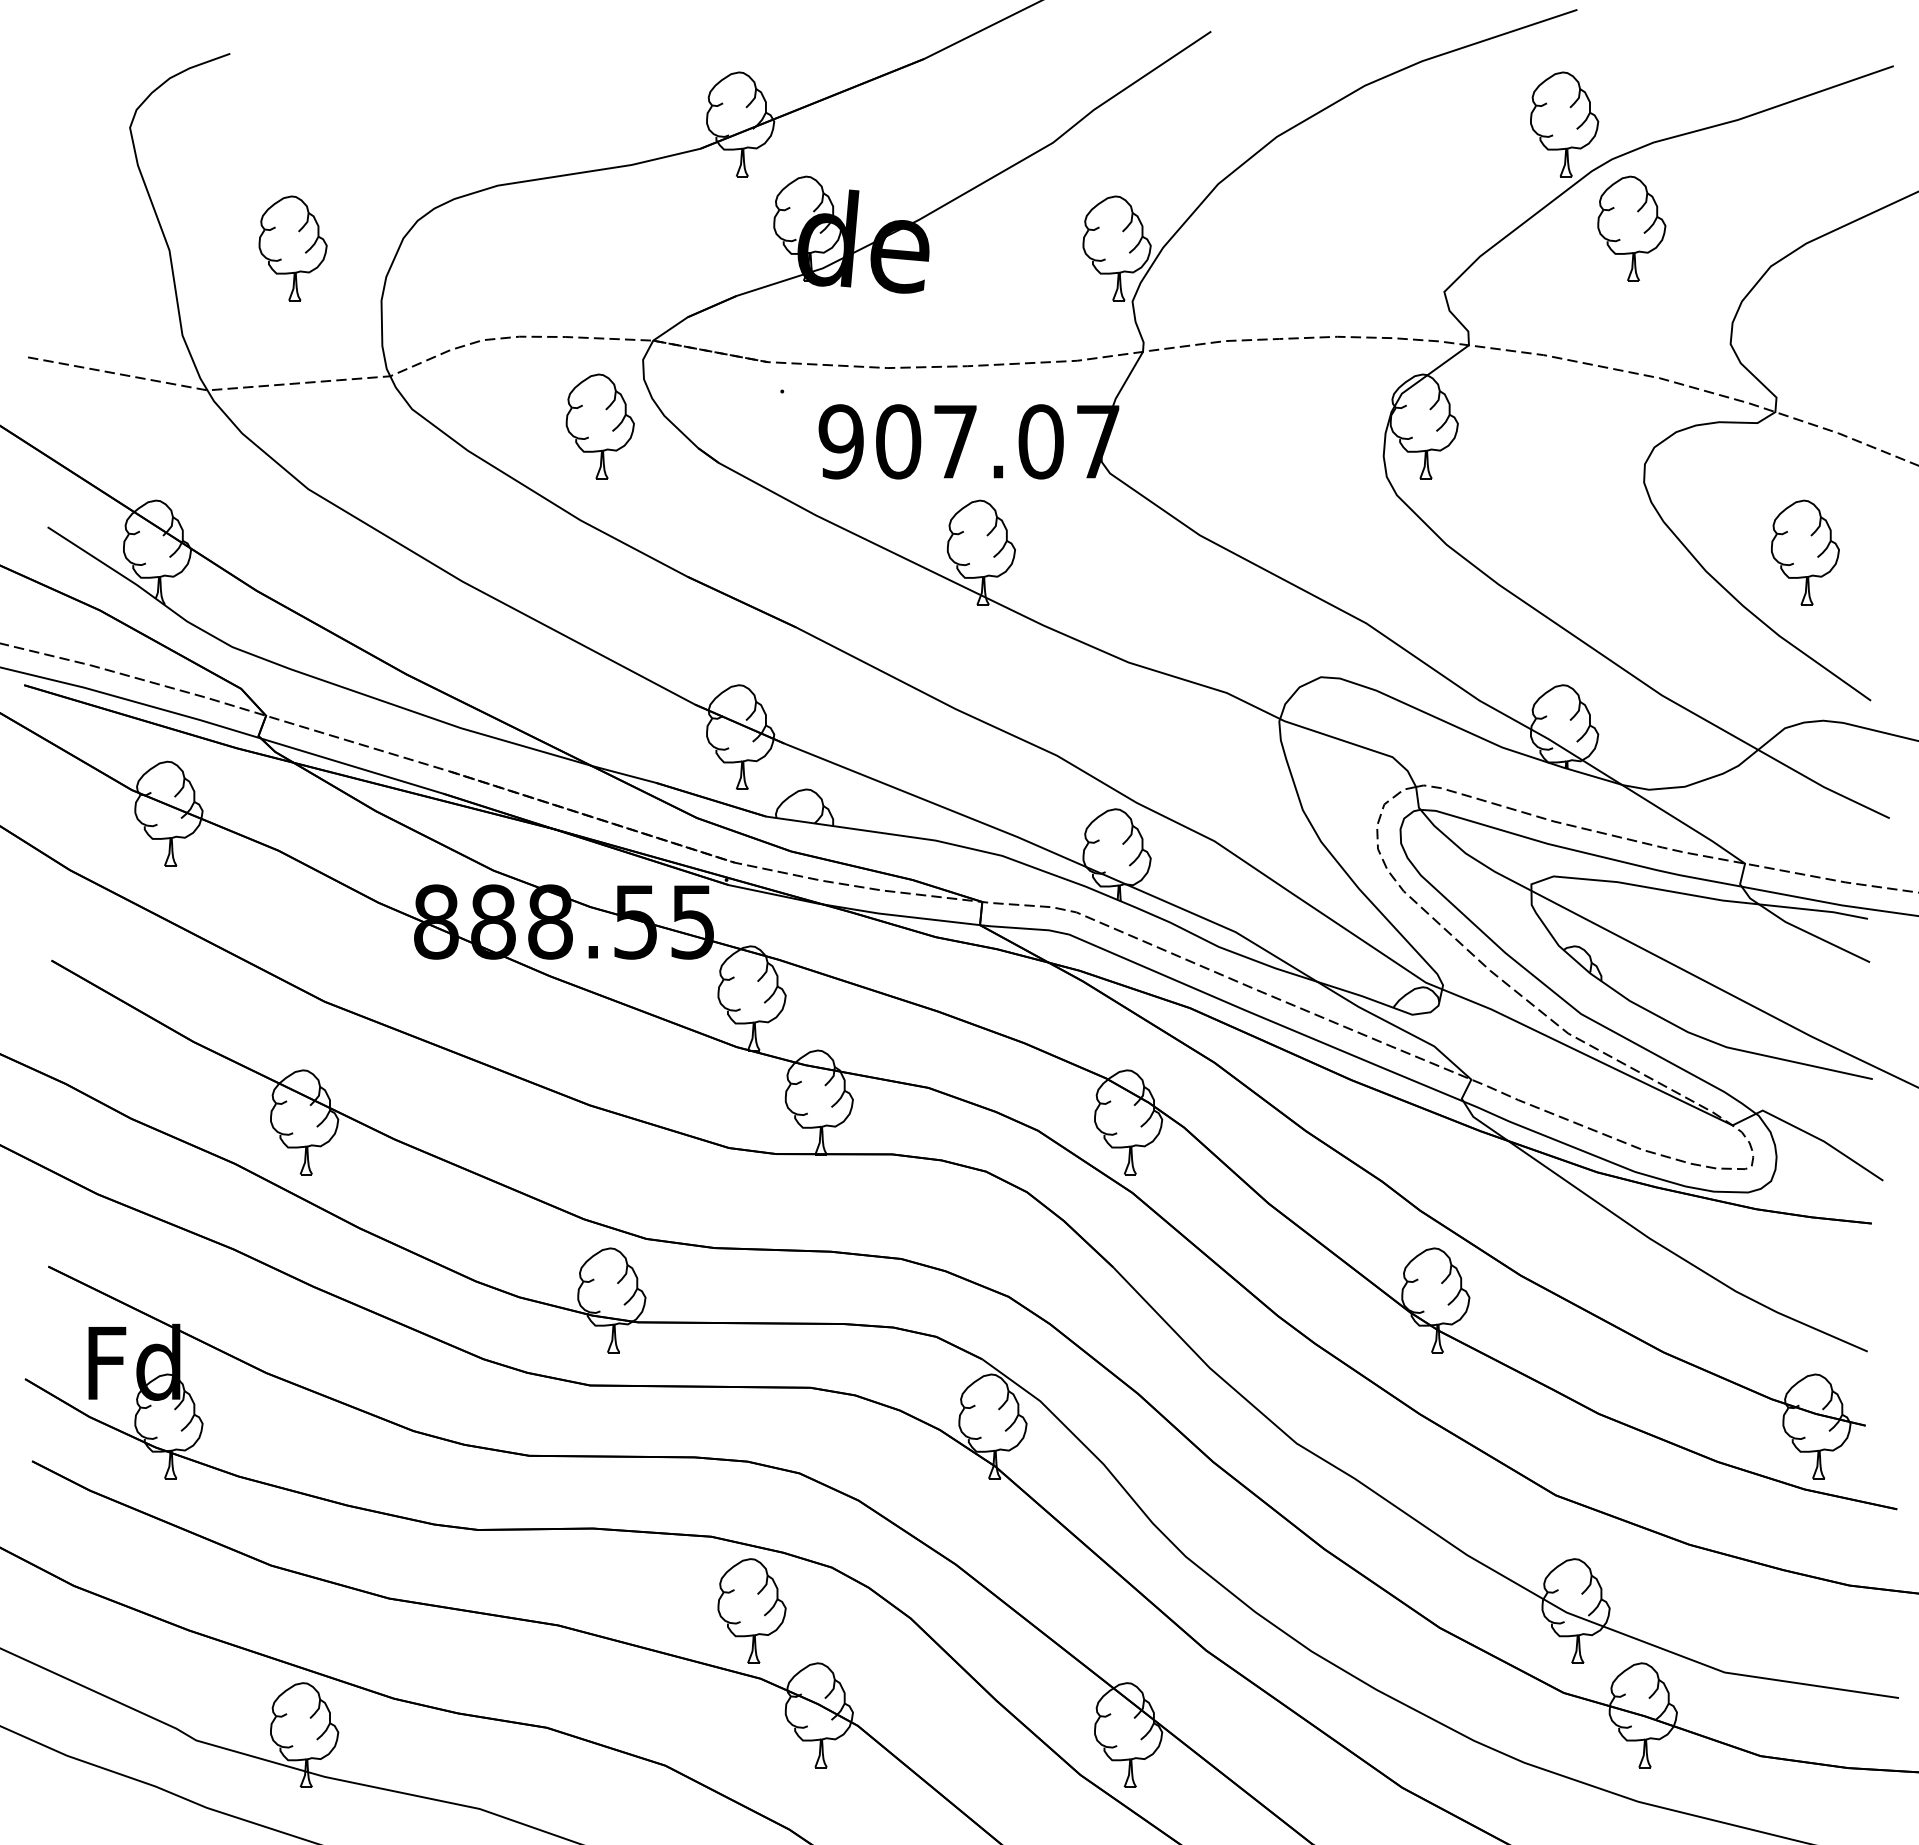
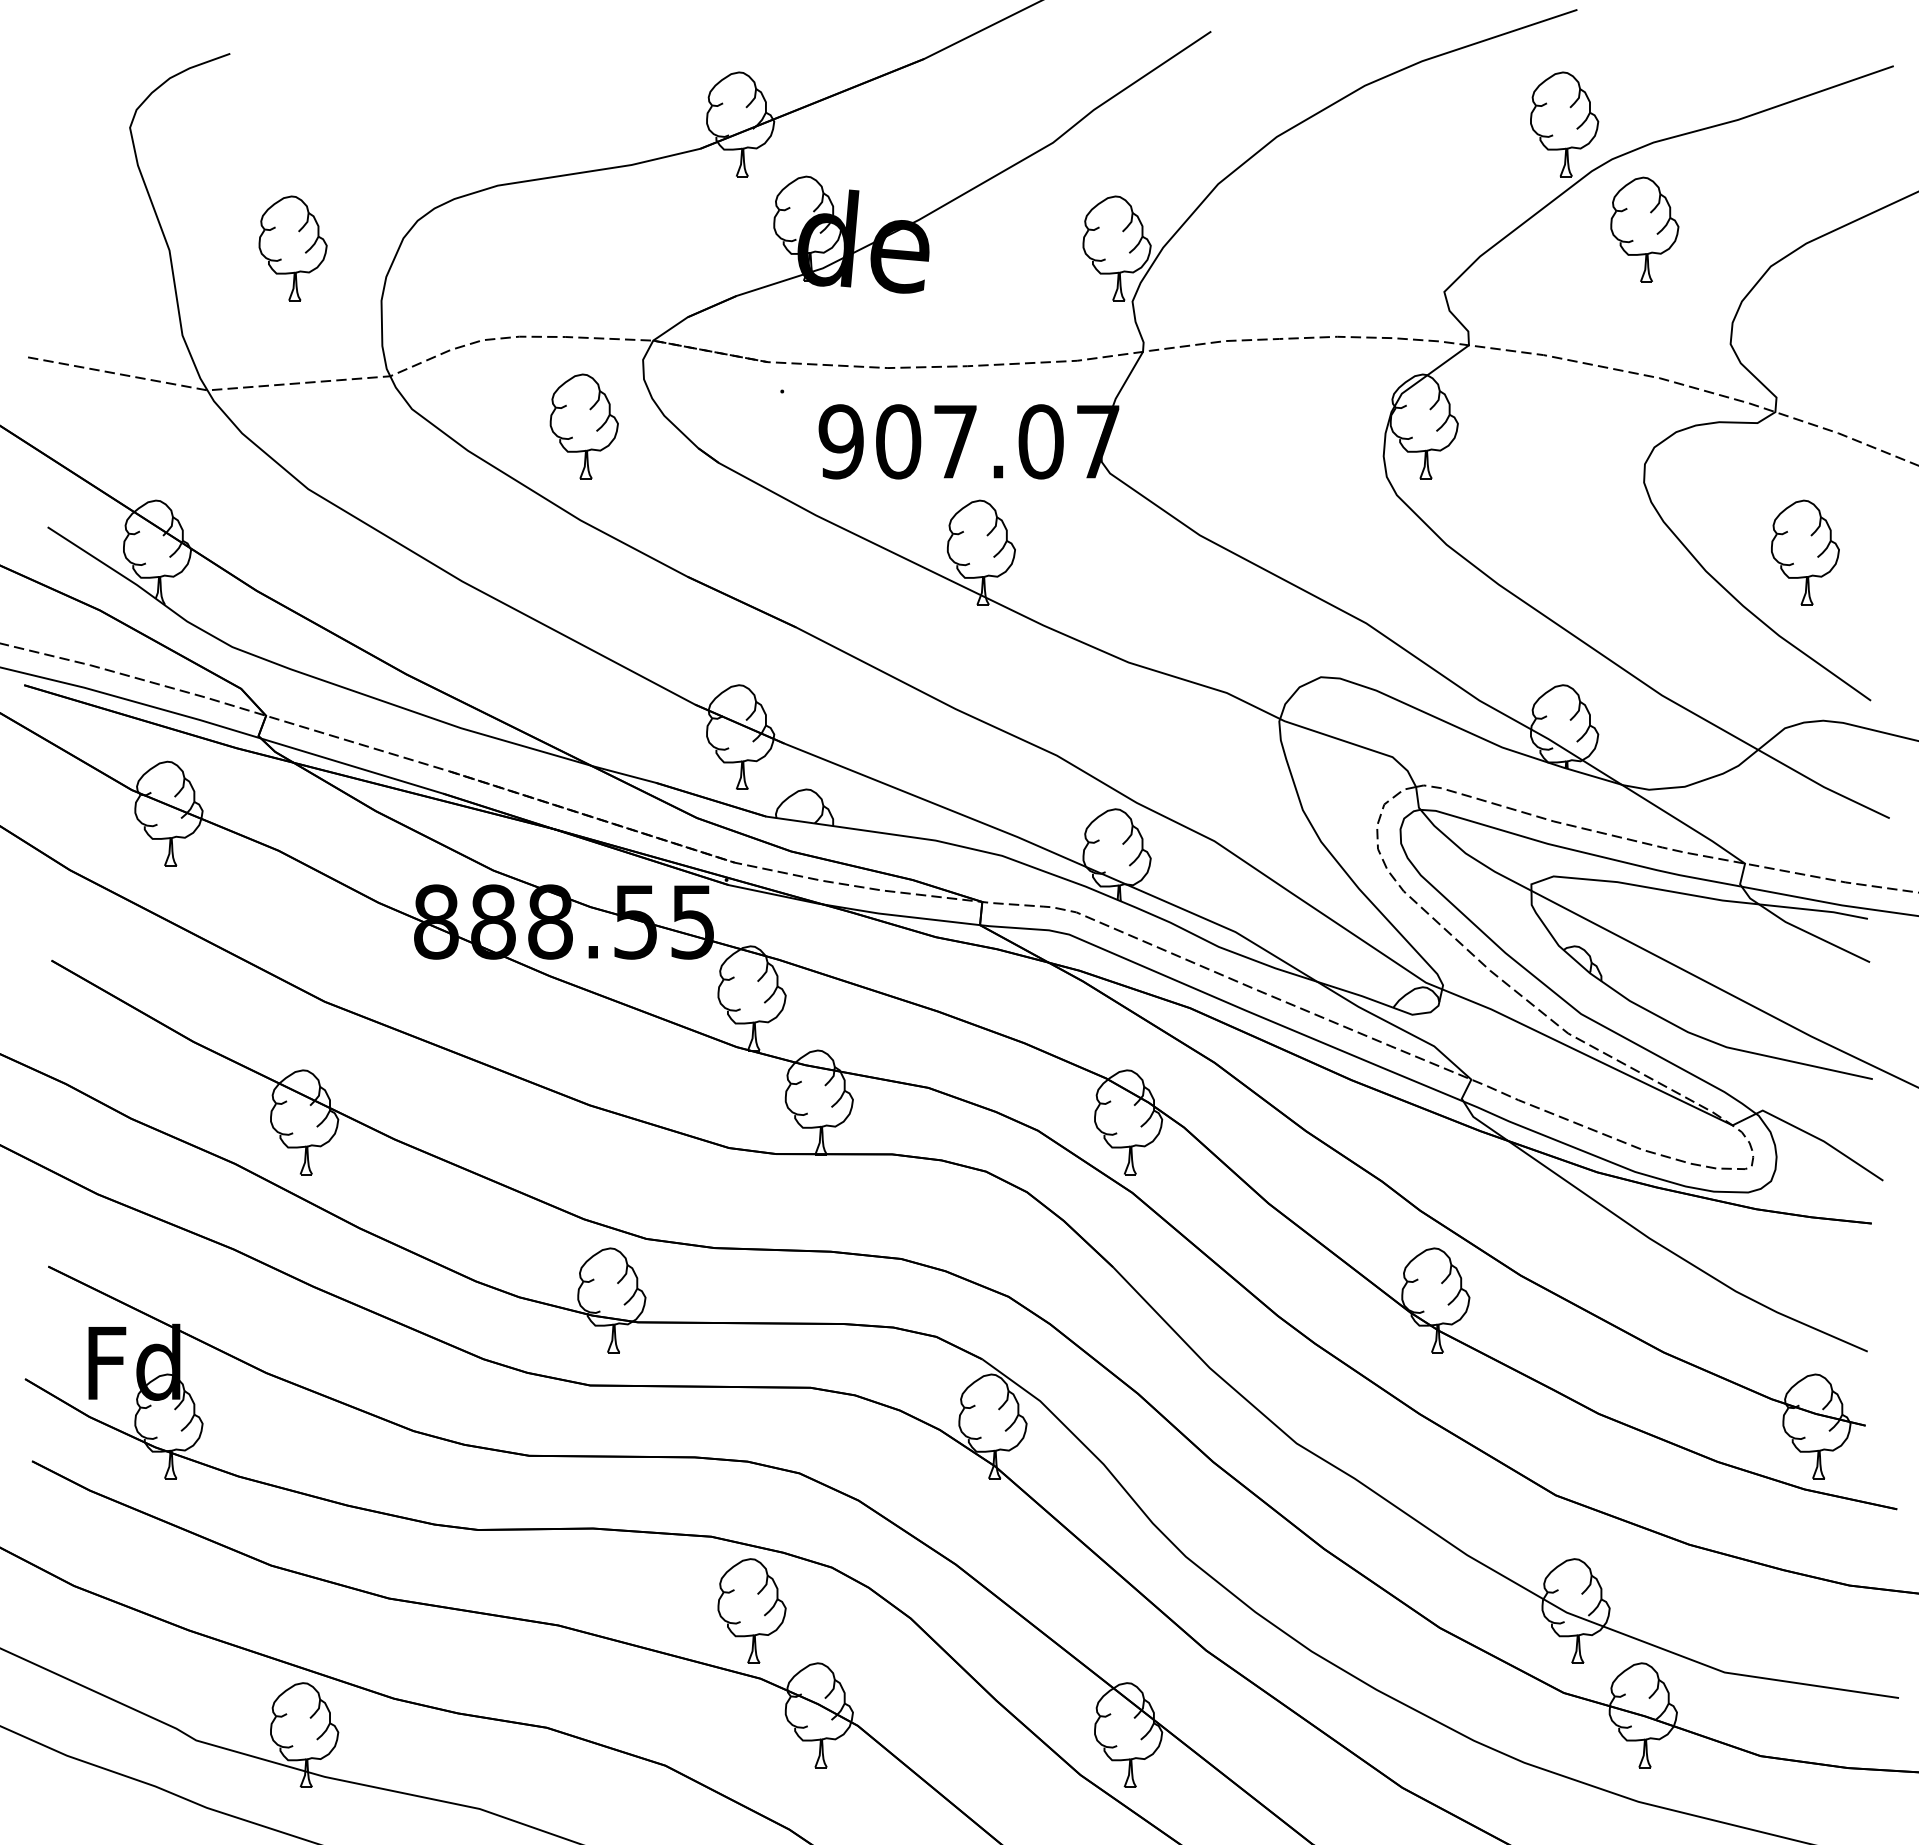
part at (1631, 228) position: (1631, 228) -> (1644, 229)
part at (599, 426) position: (599, 426) -> (583, 426)
